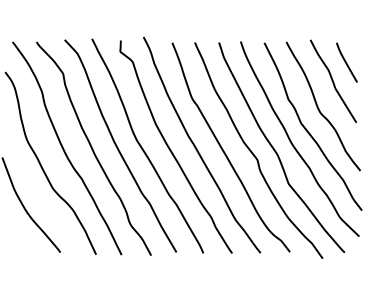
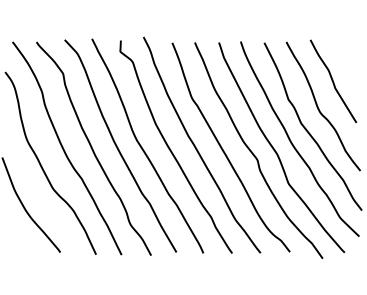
line at (346, 62): present -> none
